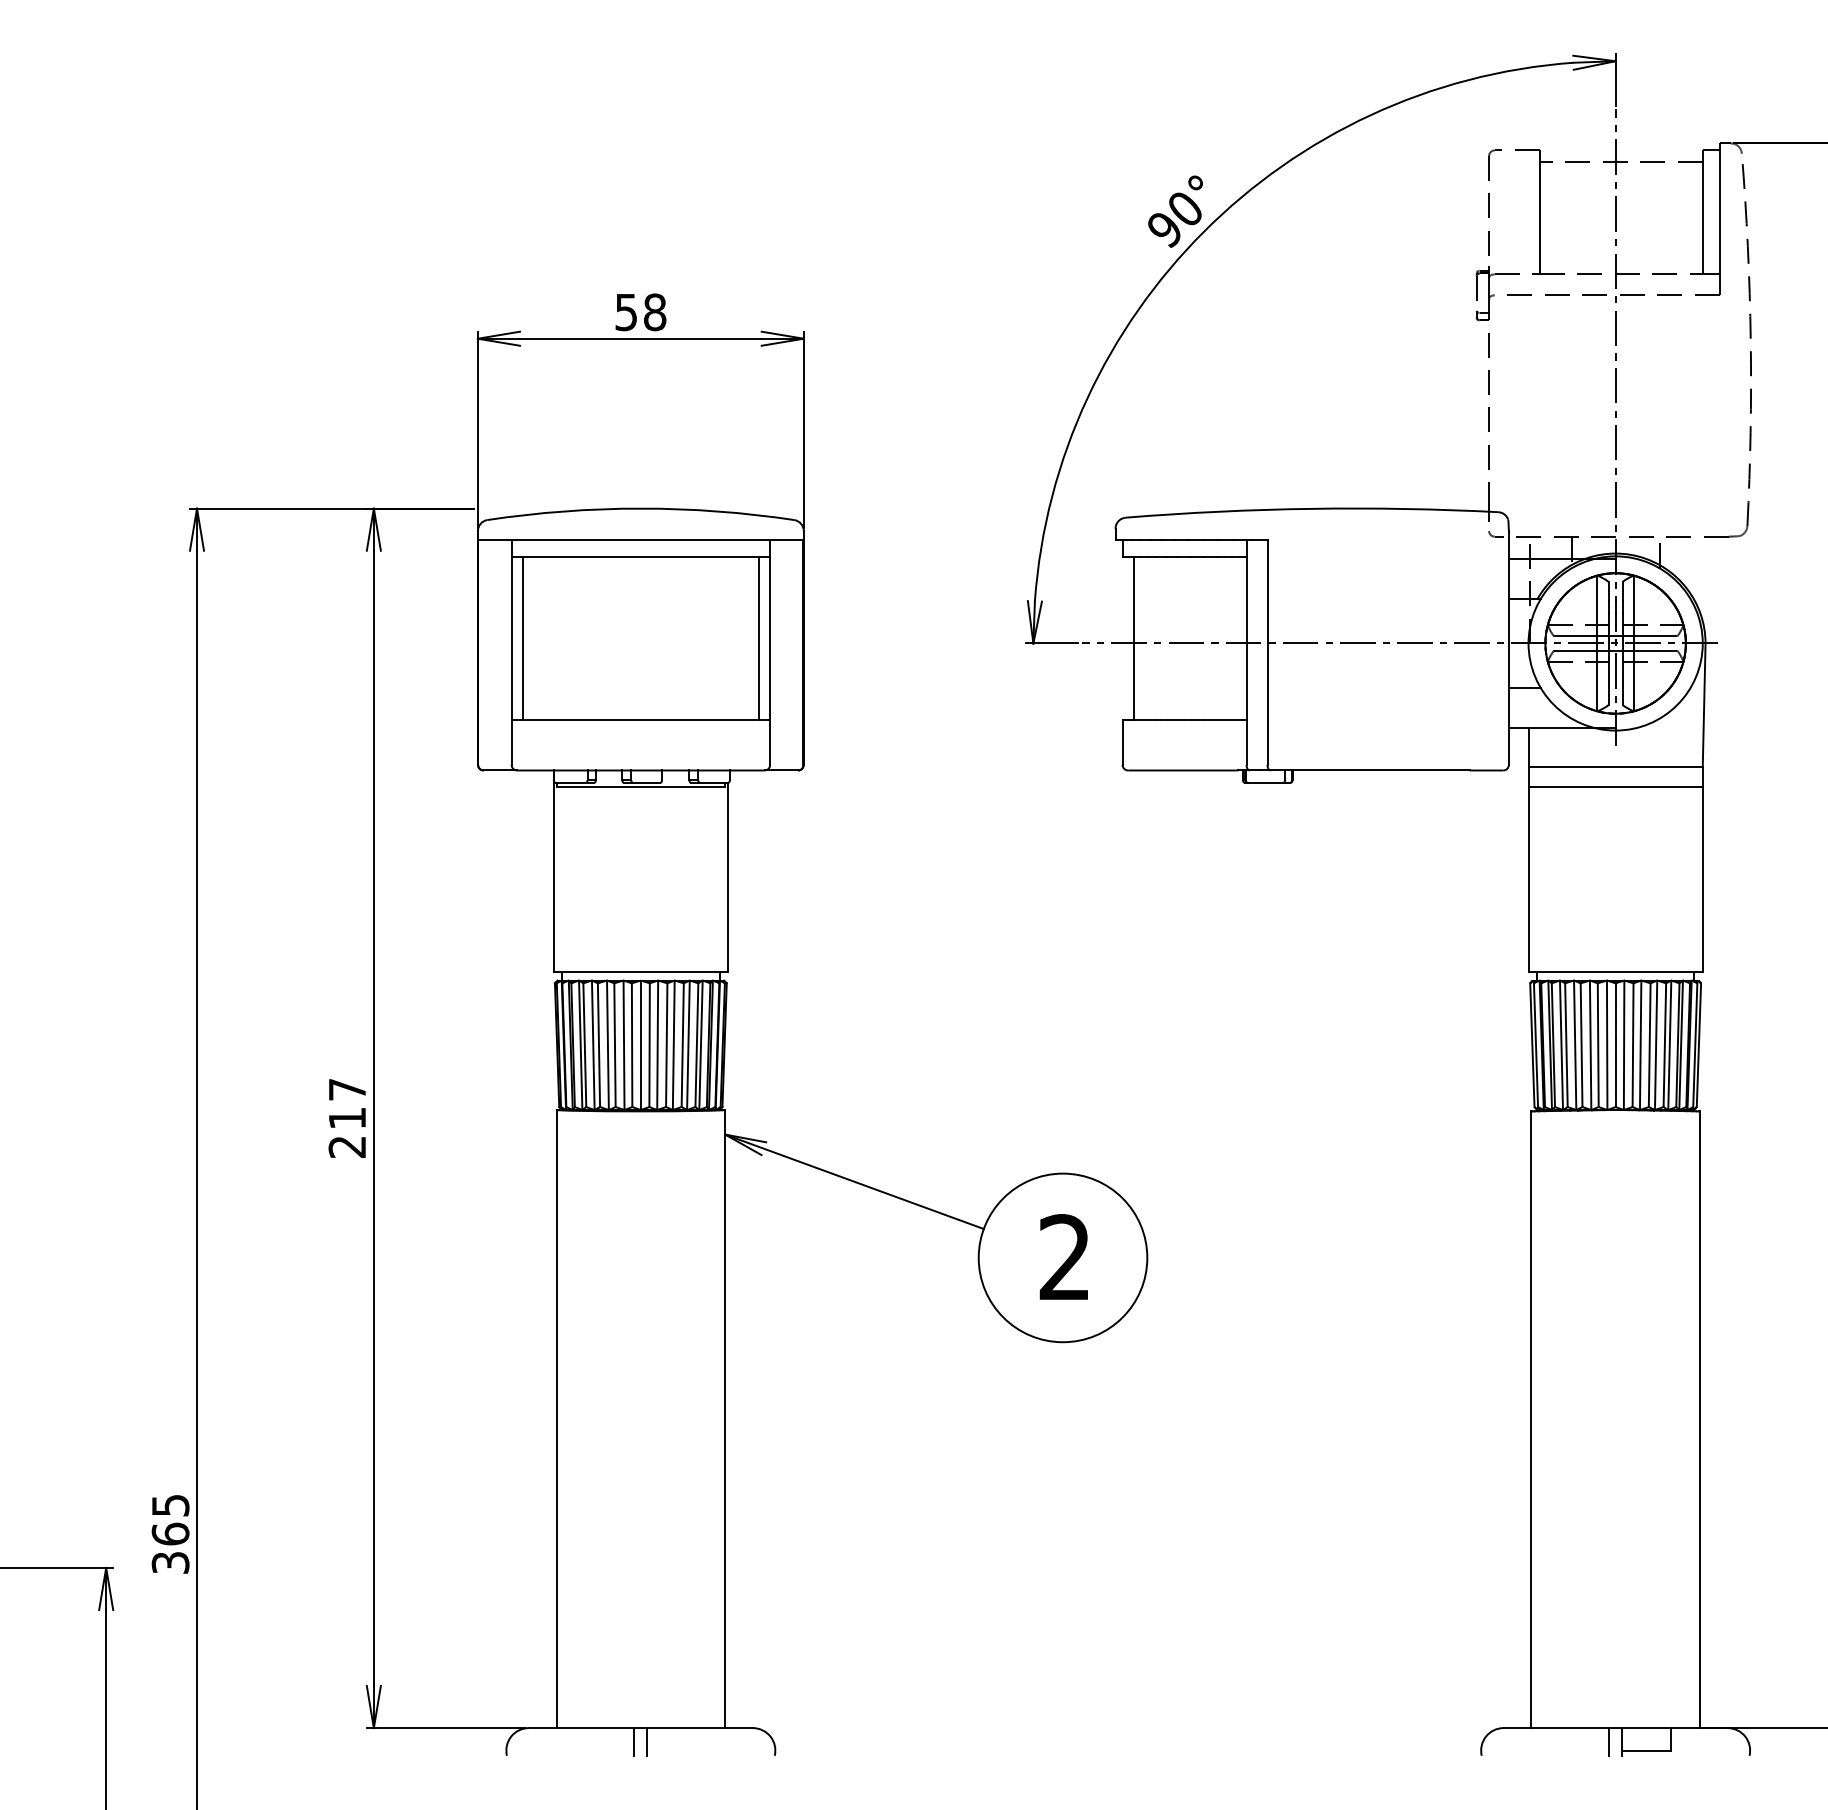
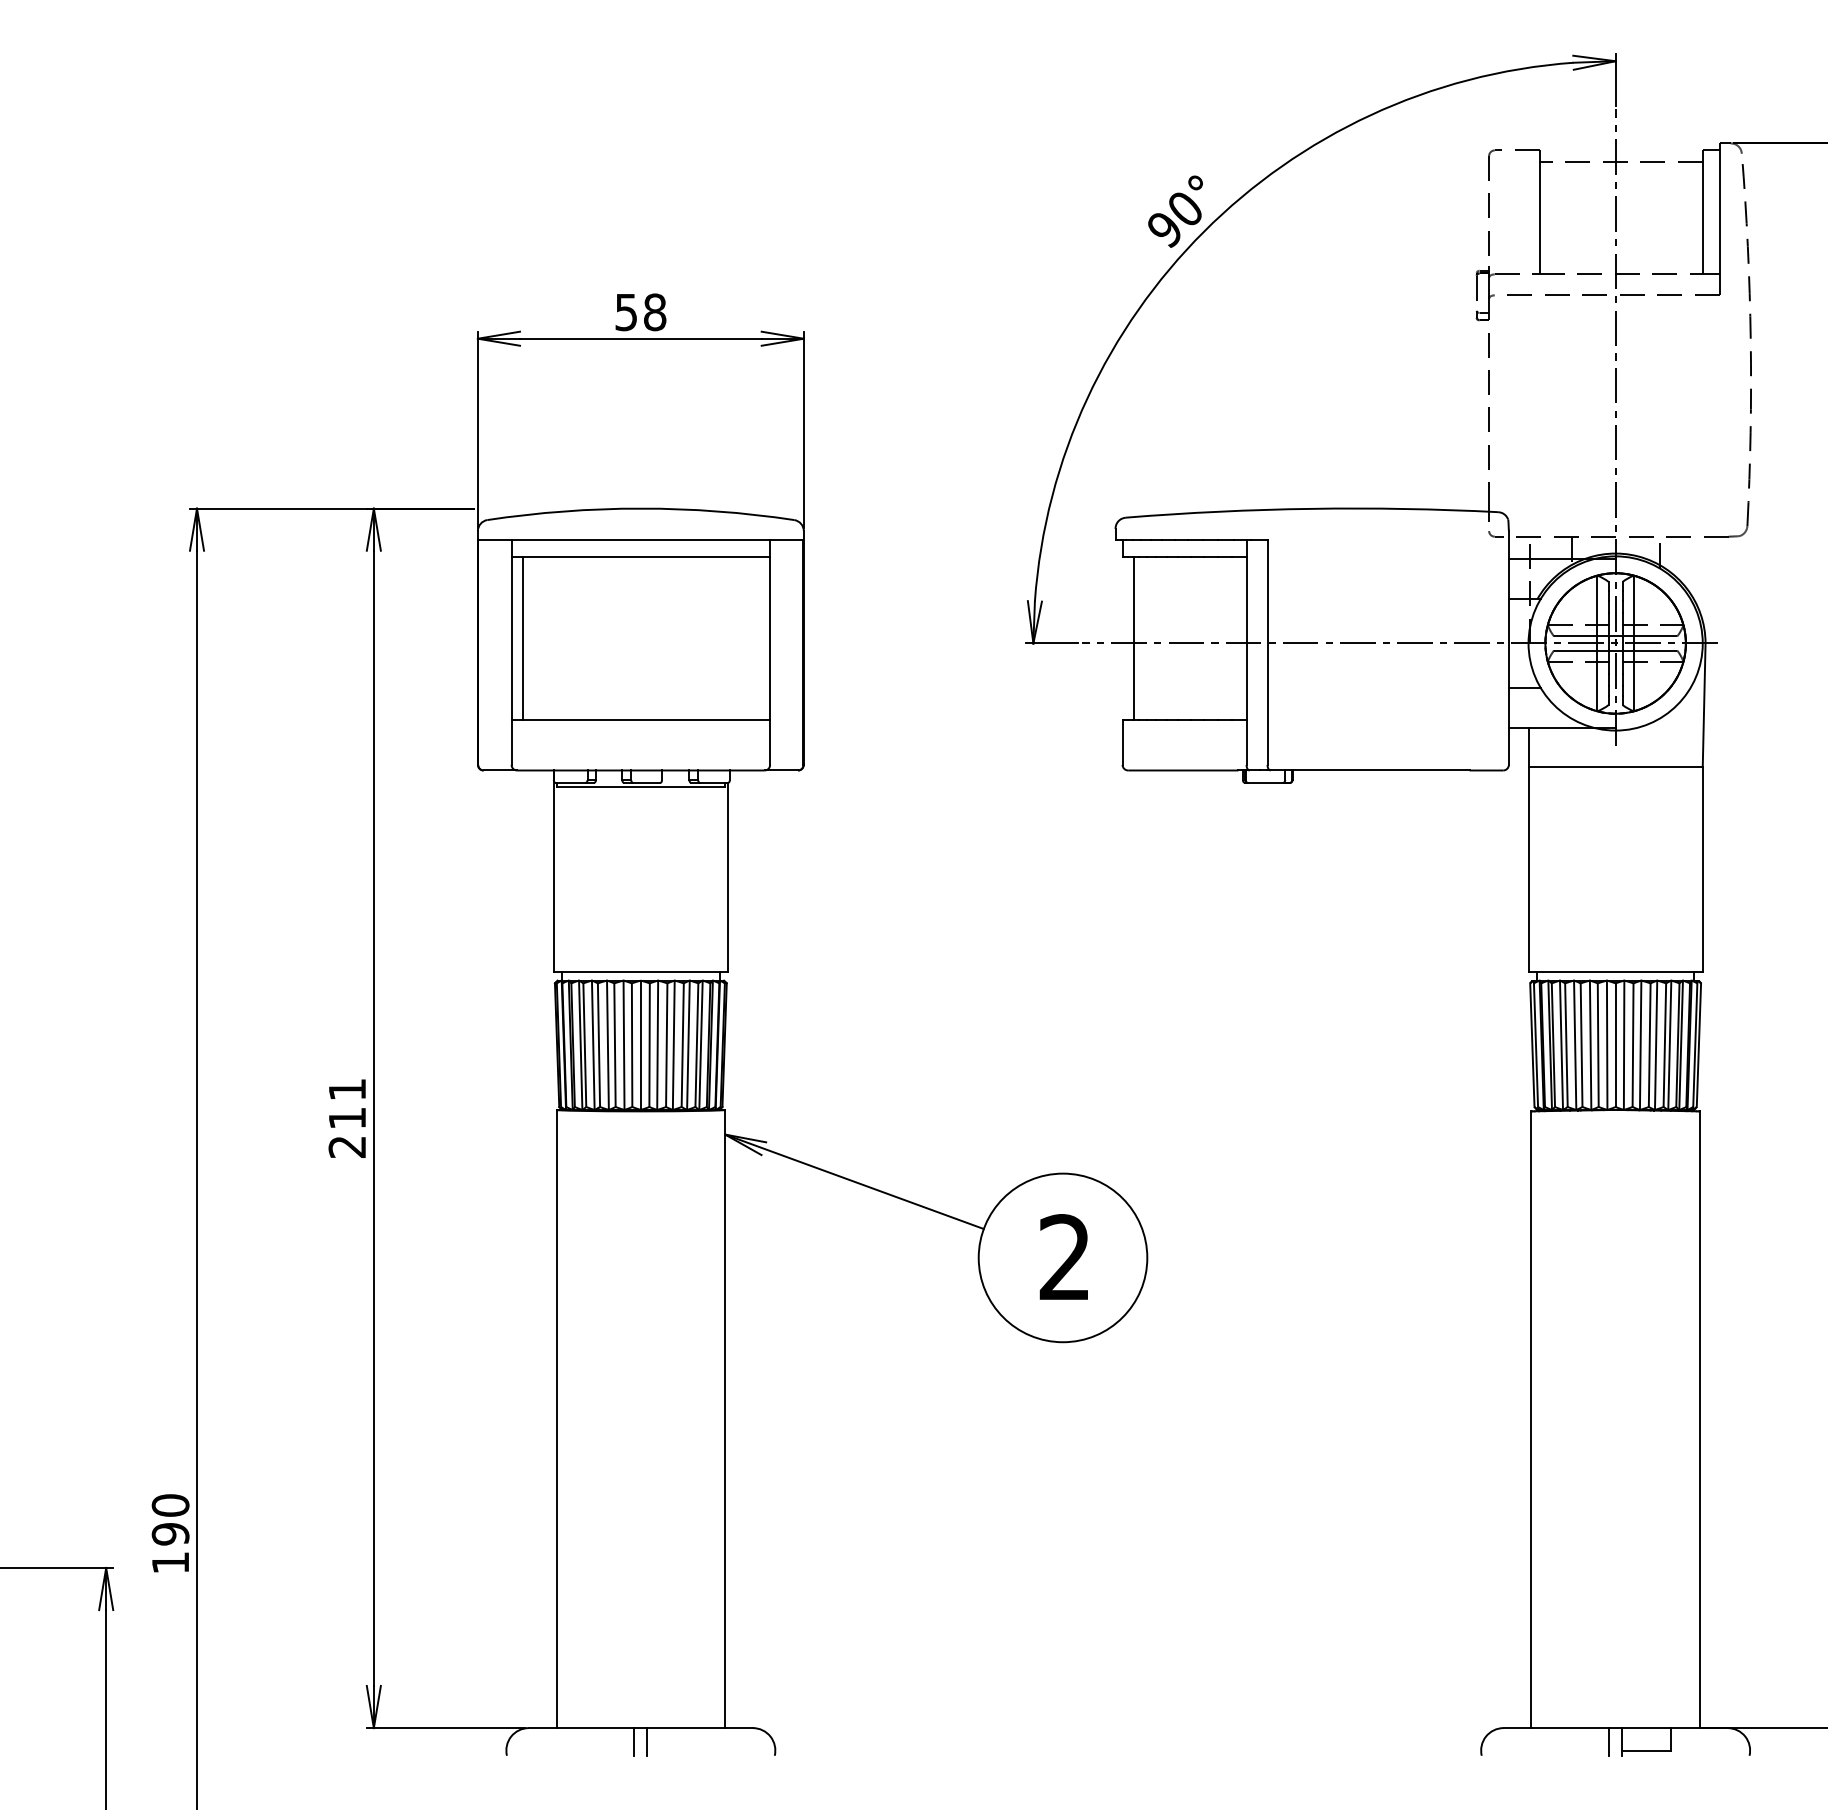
line at (758, 637): present -> none
line at (1615, 786): present -> none
text at (347, 1089): 217 -> 211
text at (170, 1533): 365 -> 190
